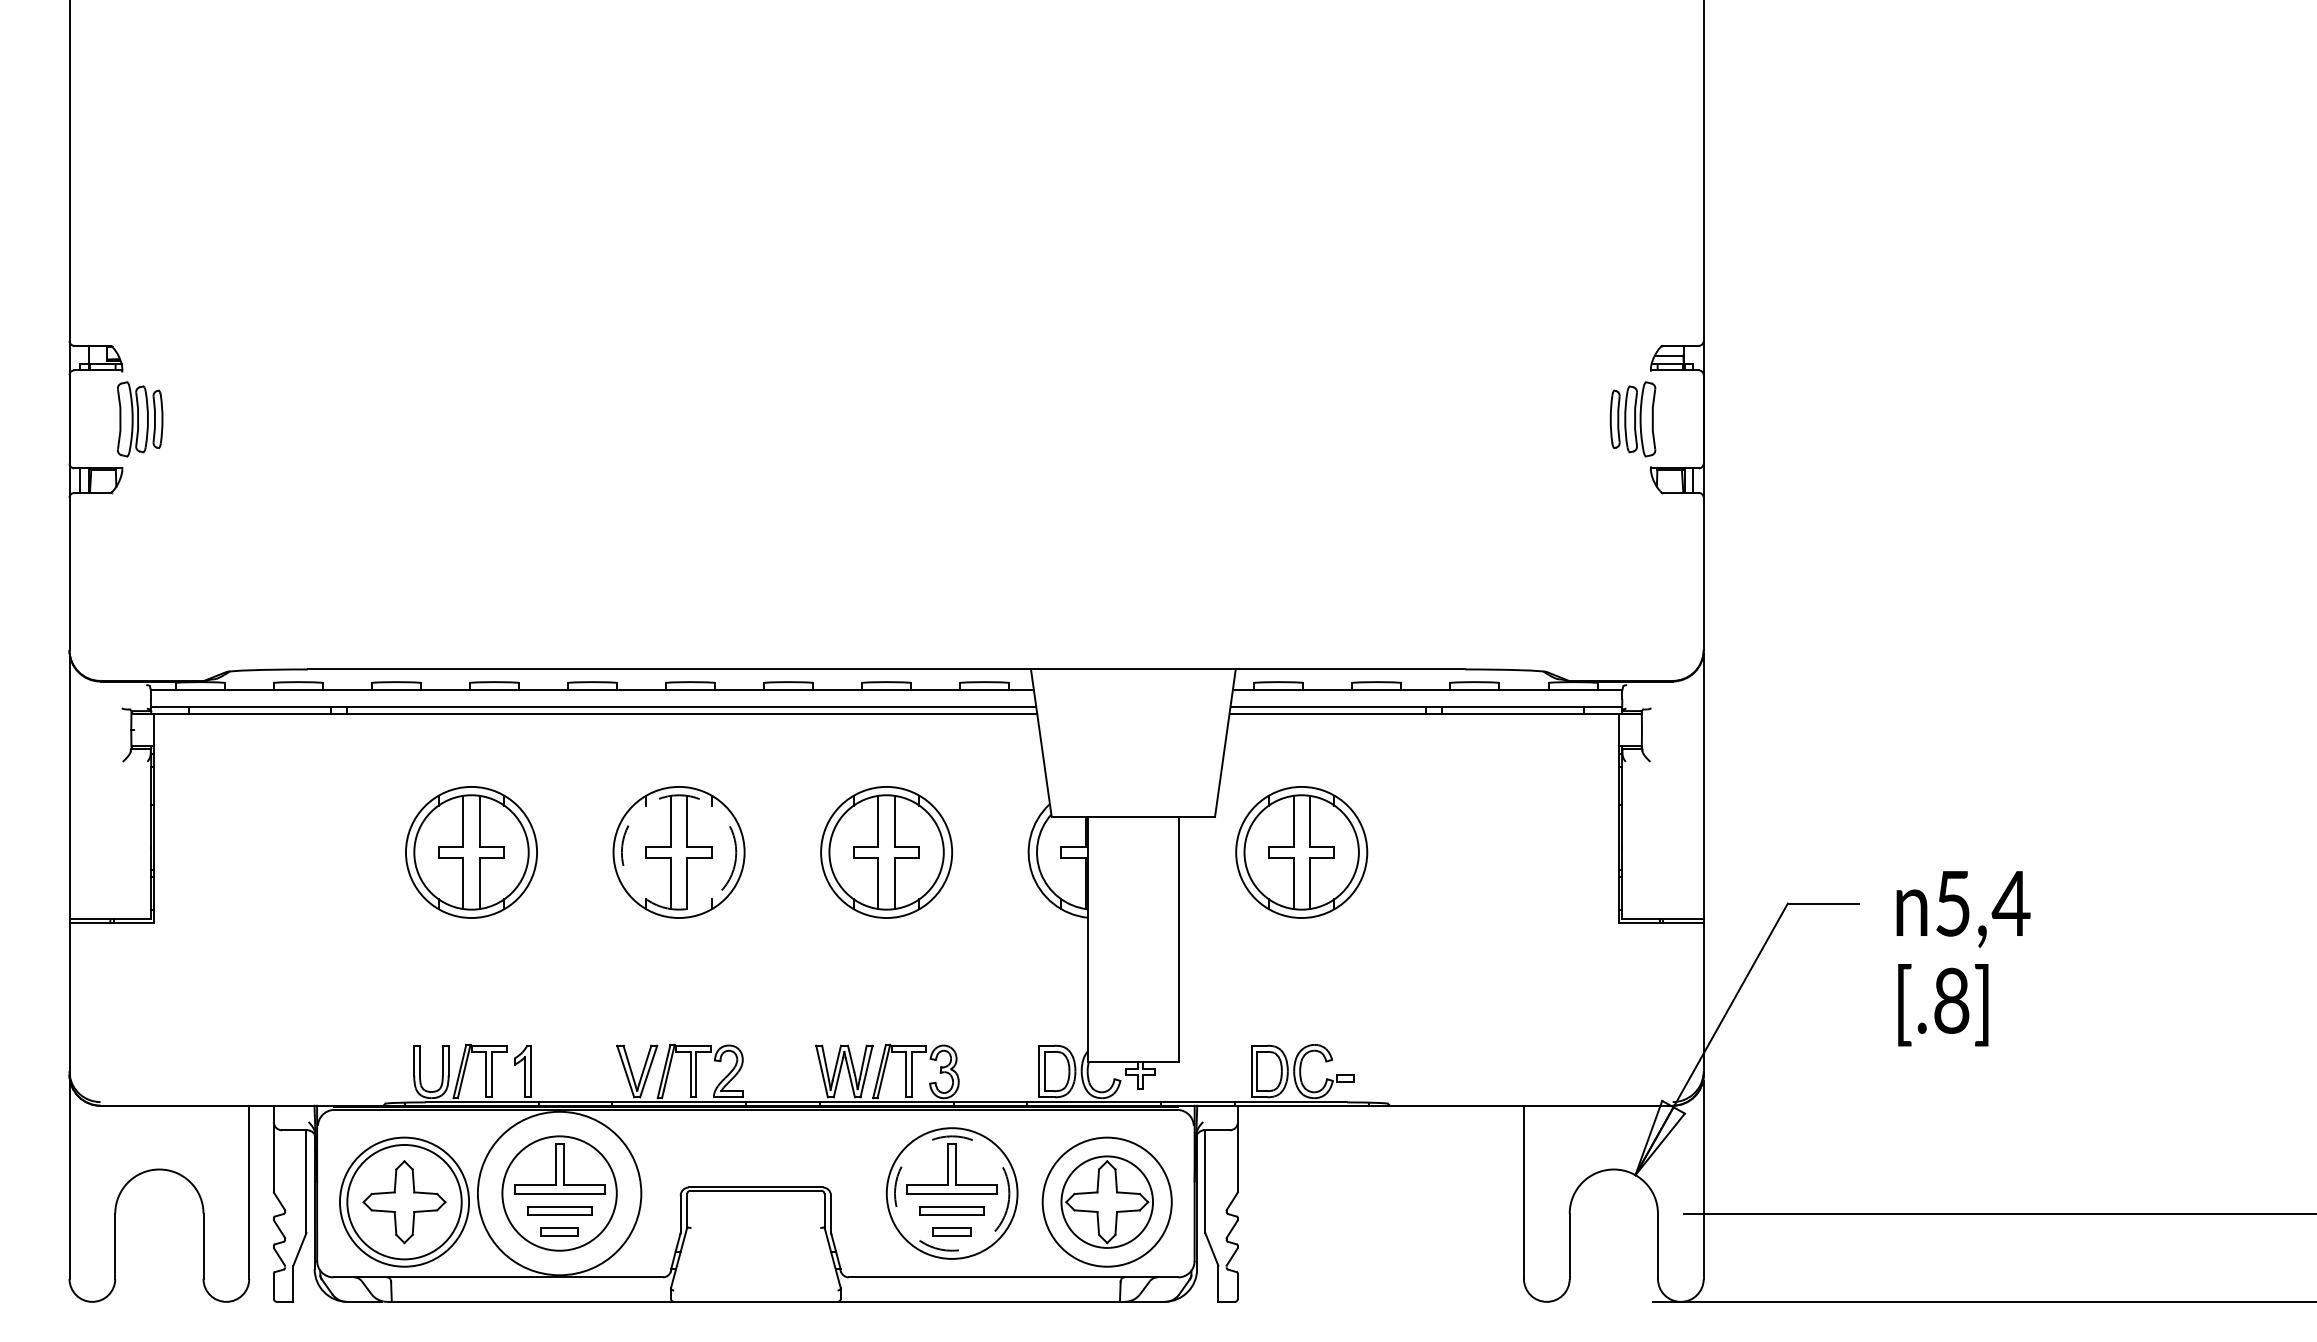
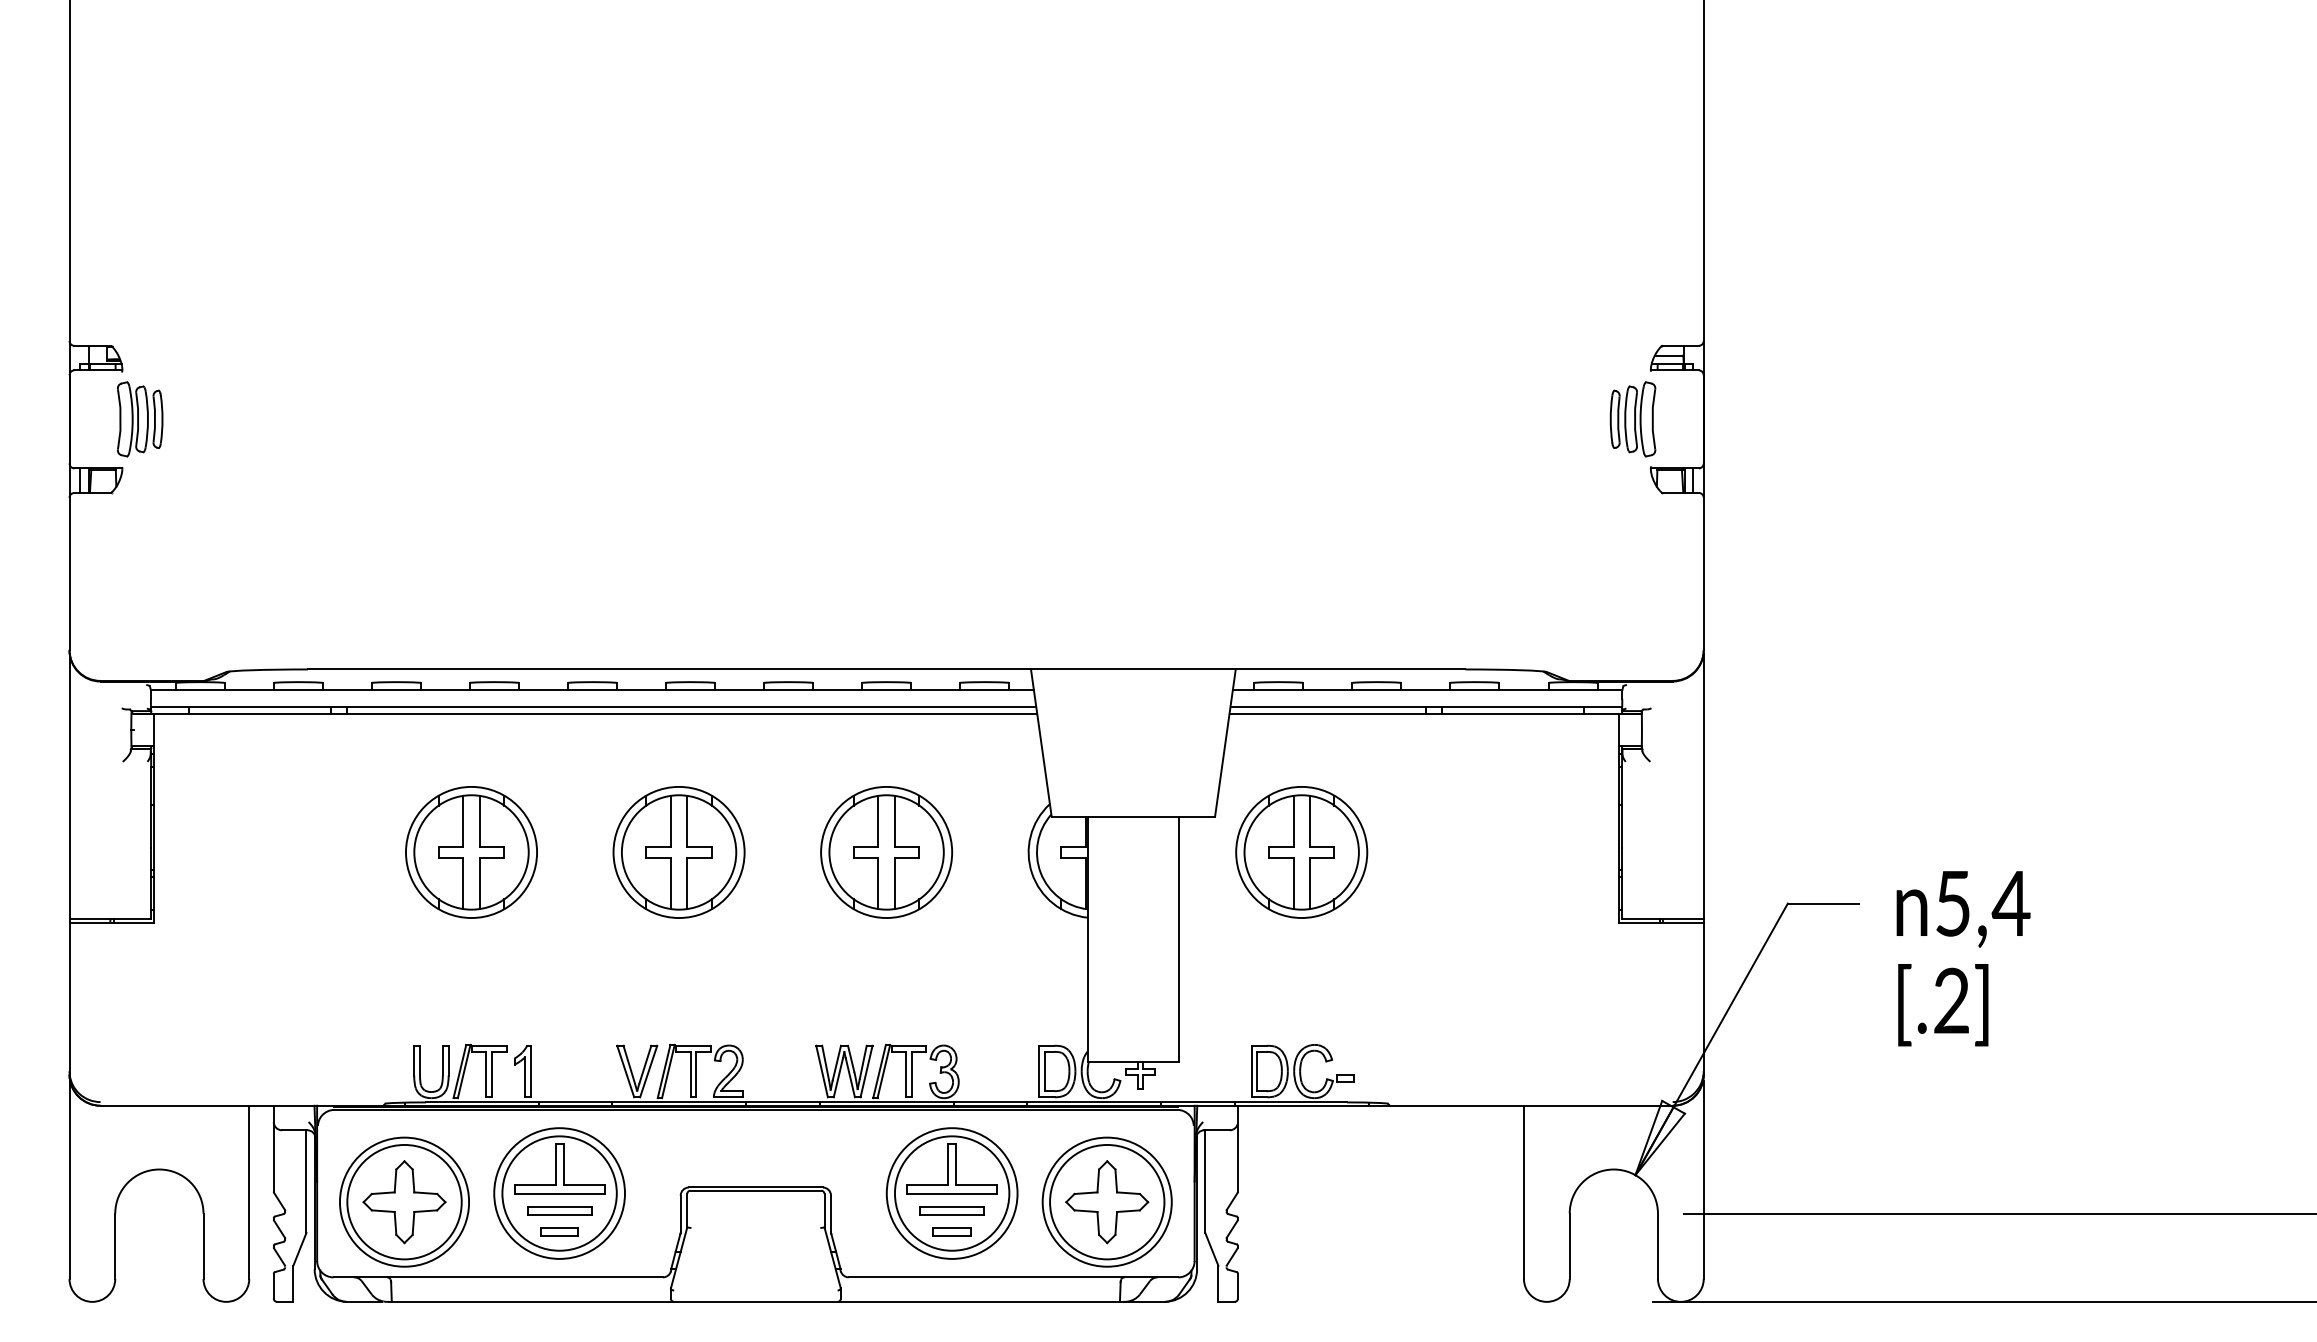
circle at (678, 852): dashed -> solid
text at (1951, 1000): [.8] -> [.2]
circle at (559, 1193) diameter: 163 px -> 131 px
circle at (951, 1193): dashed -> solid
circle at (1107, 1201) diameter: 92 px -> 114 px
